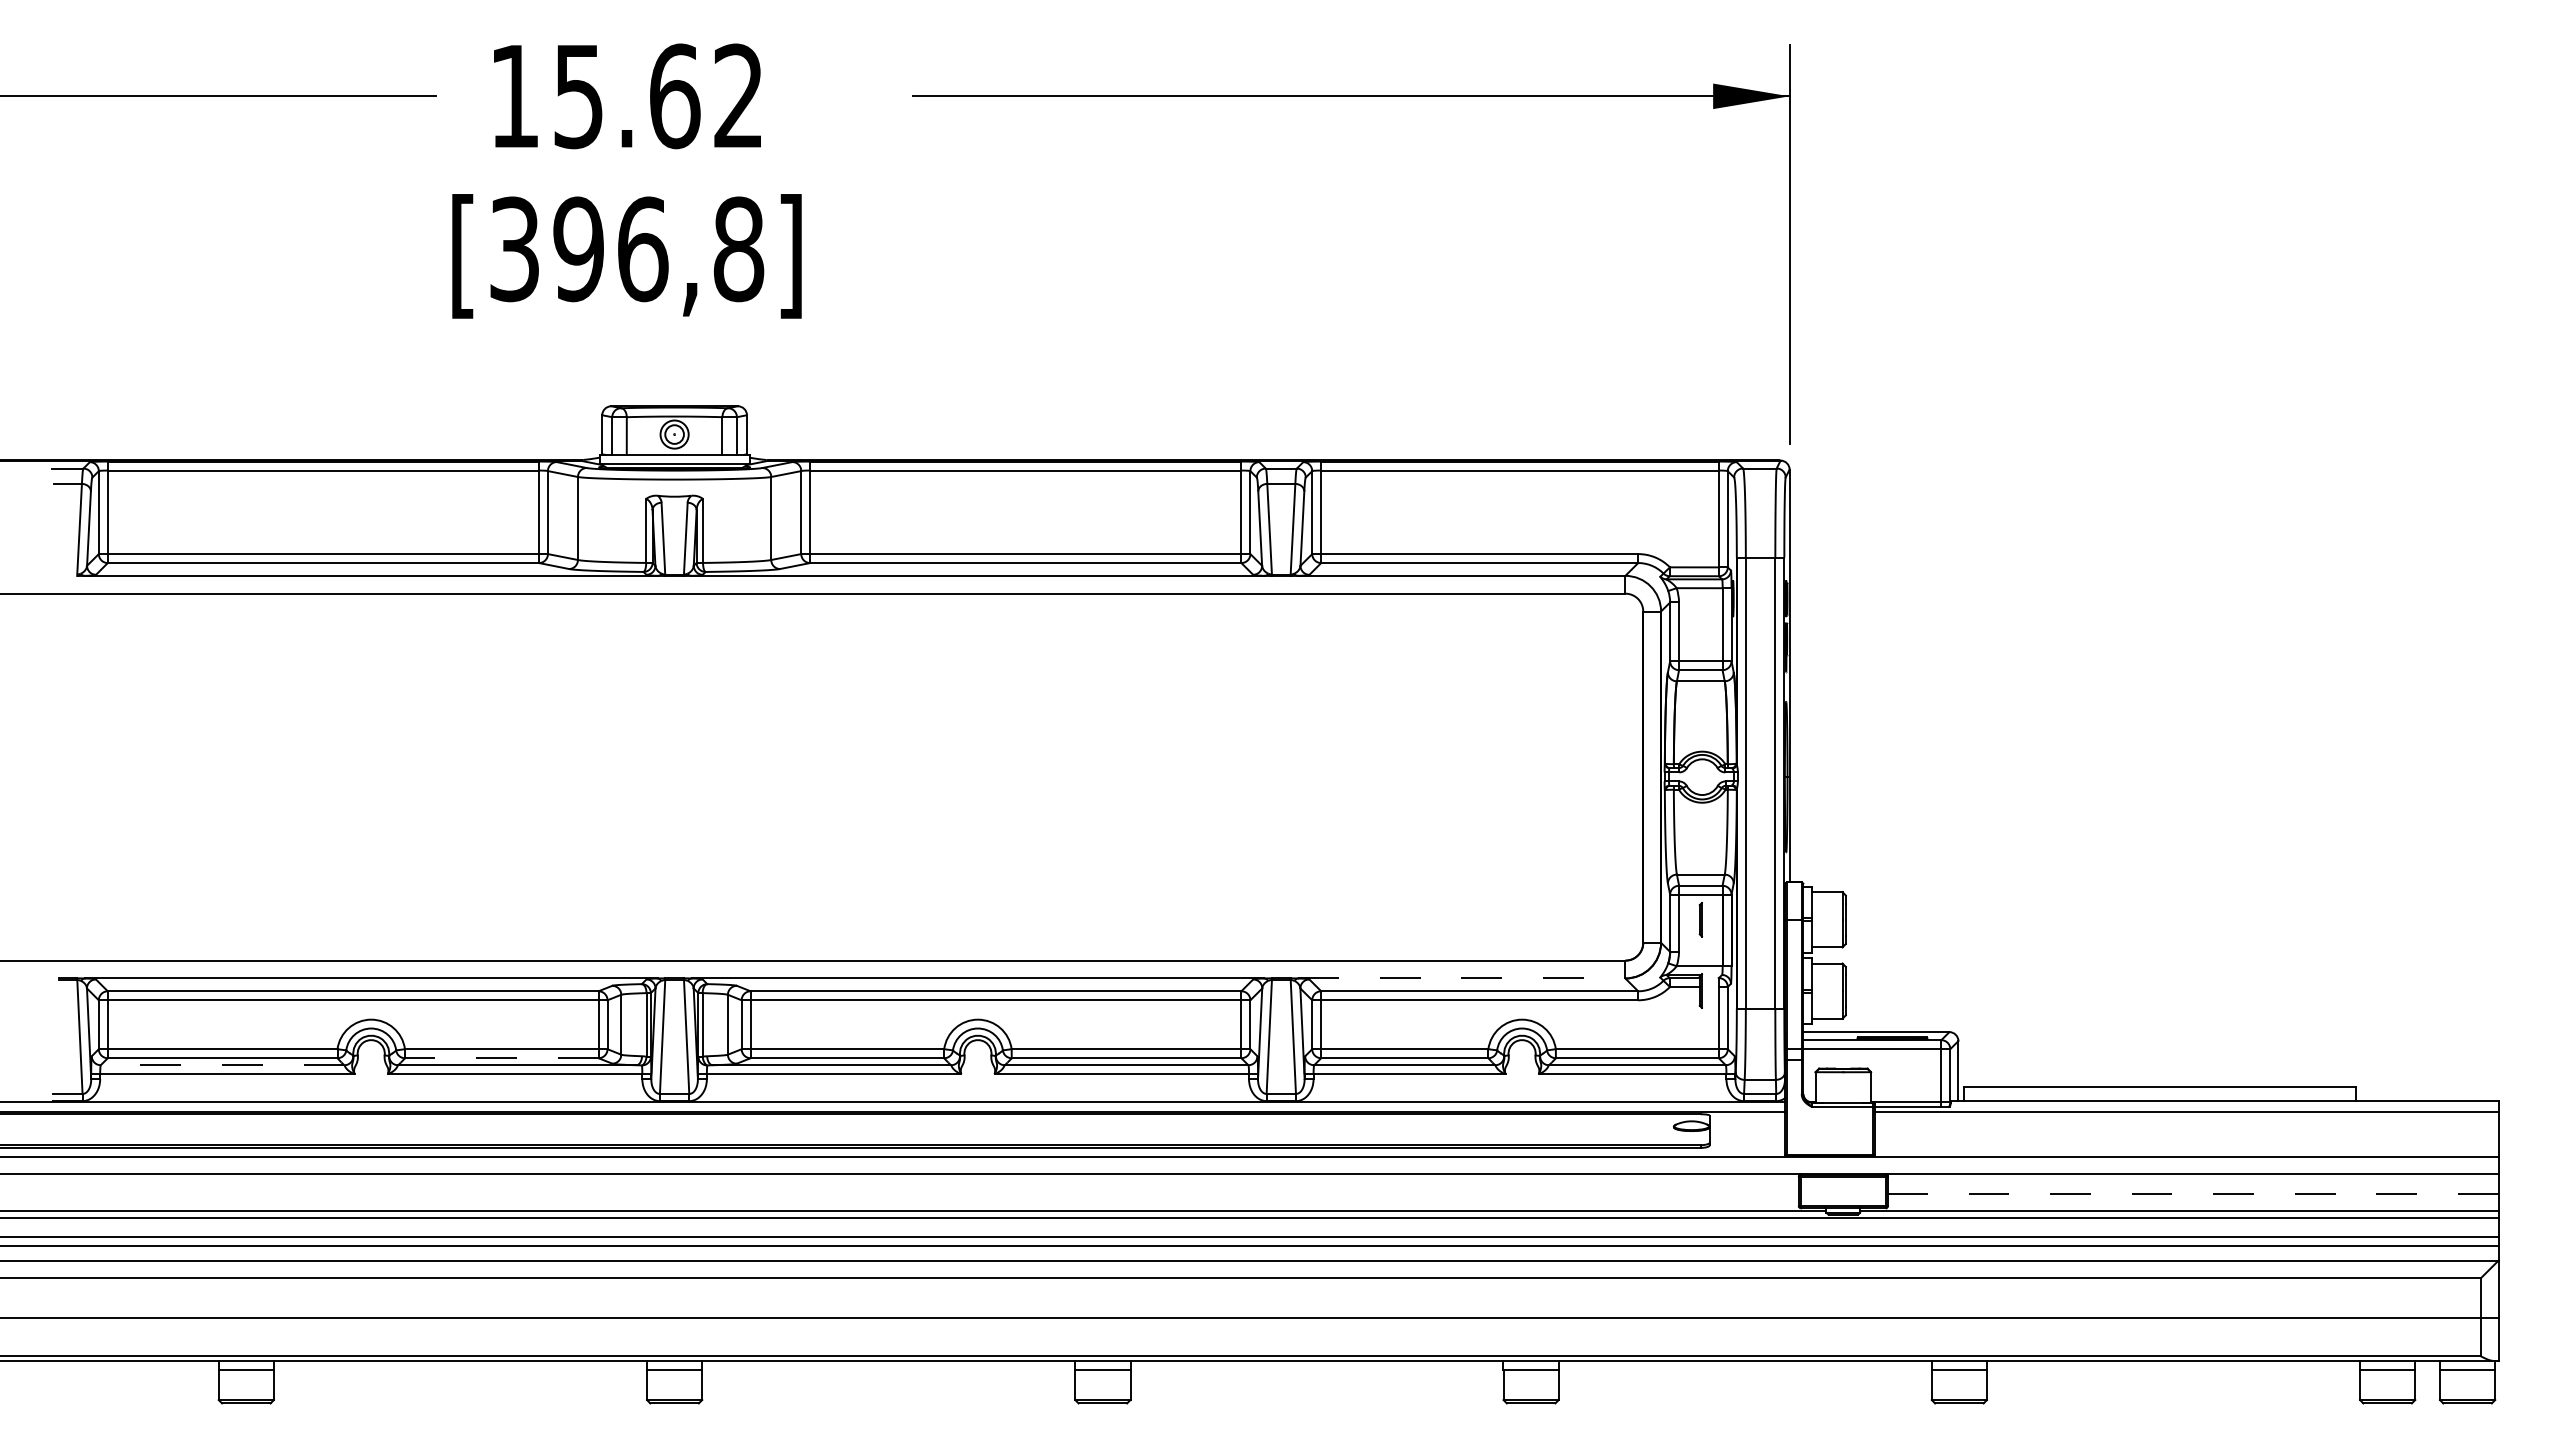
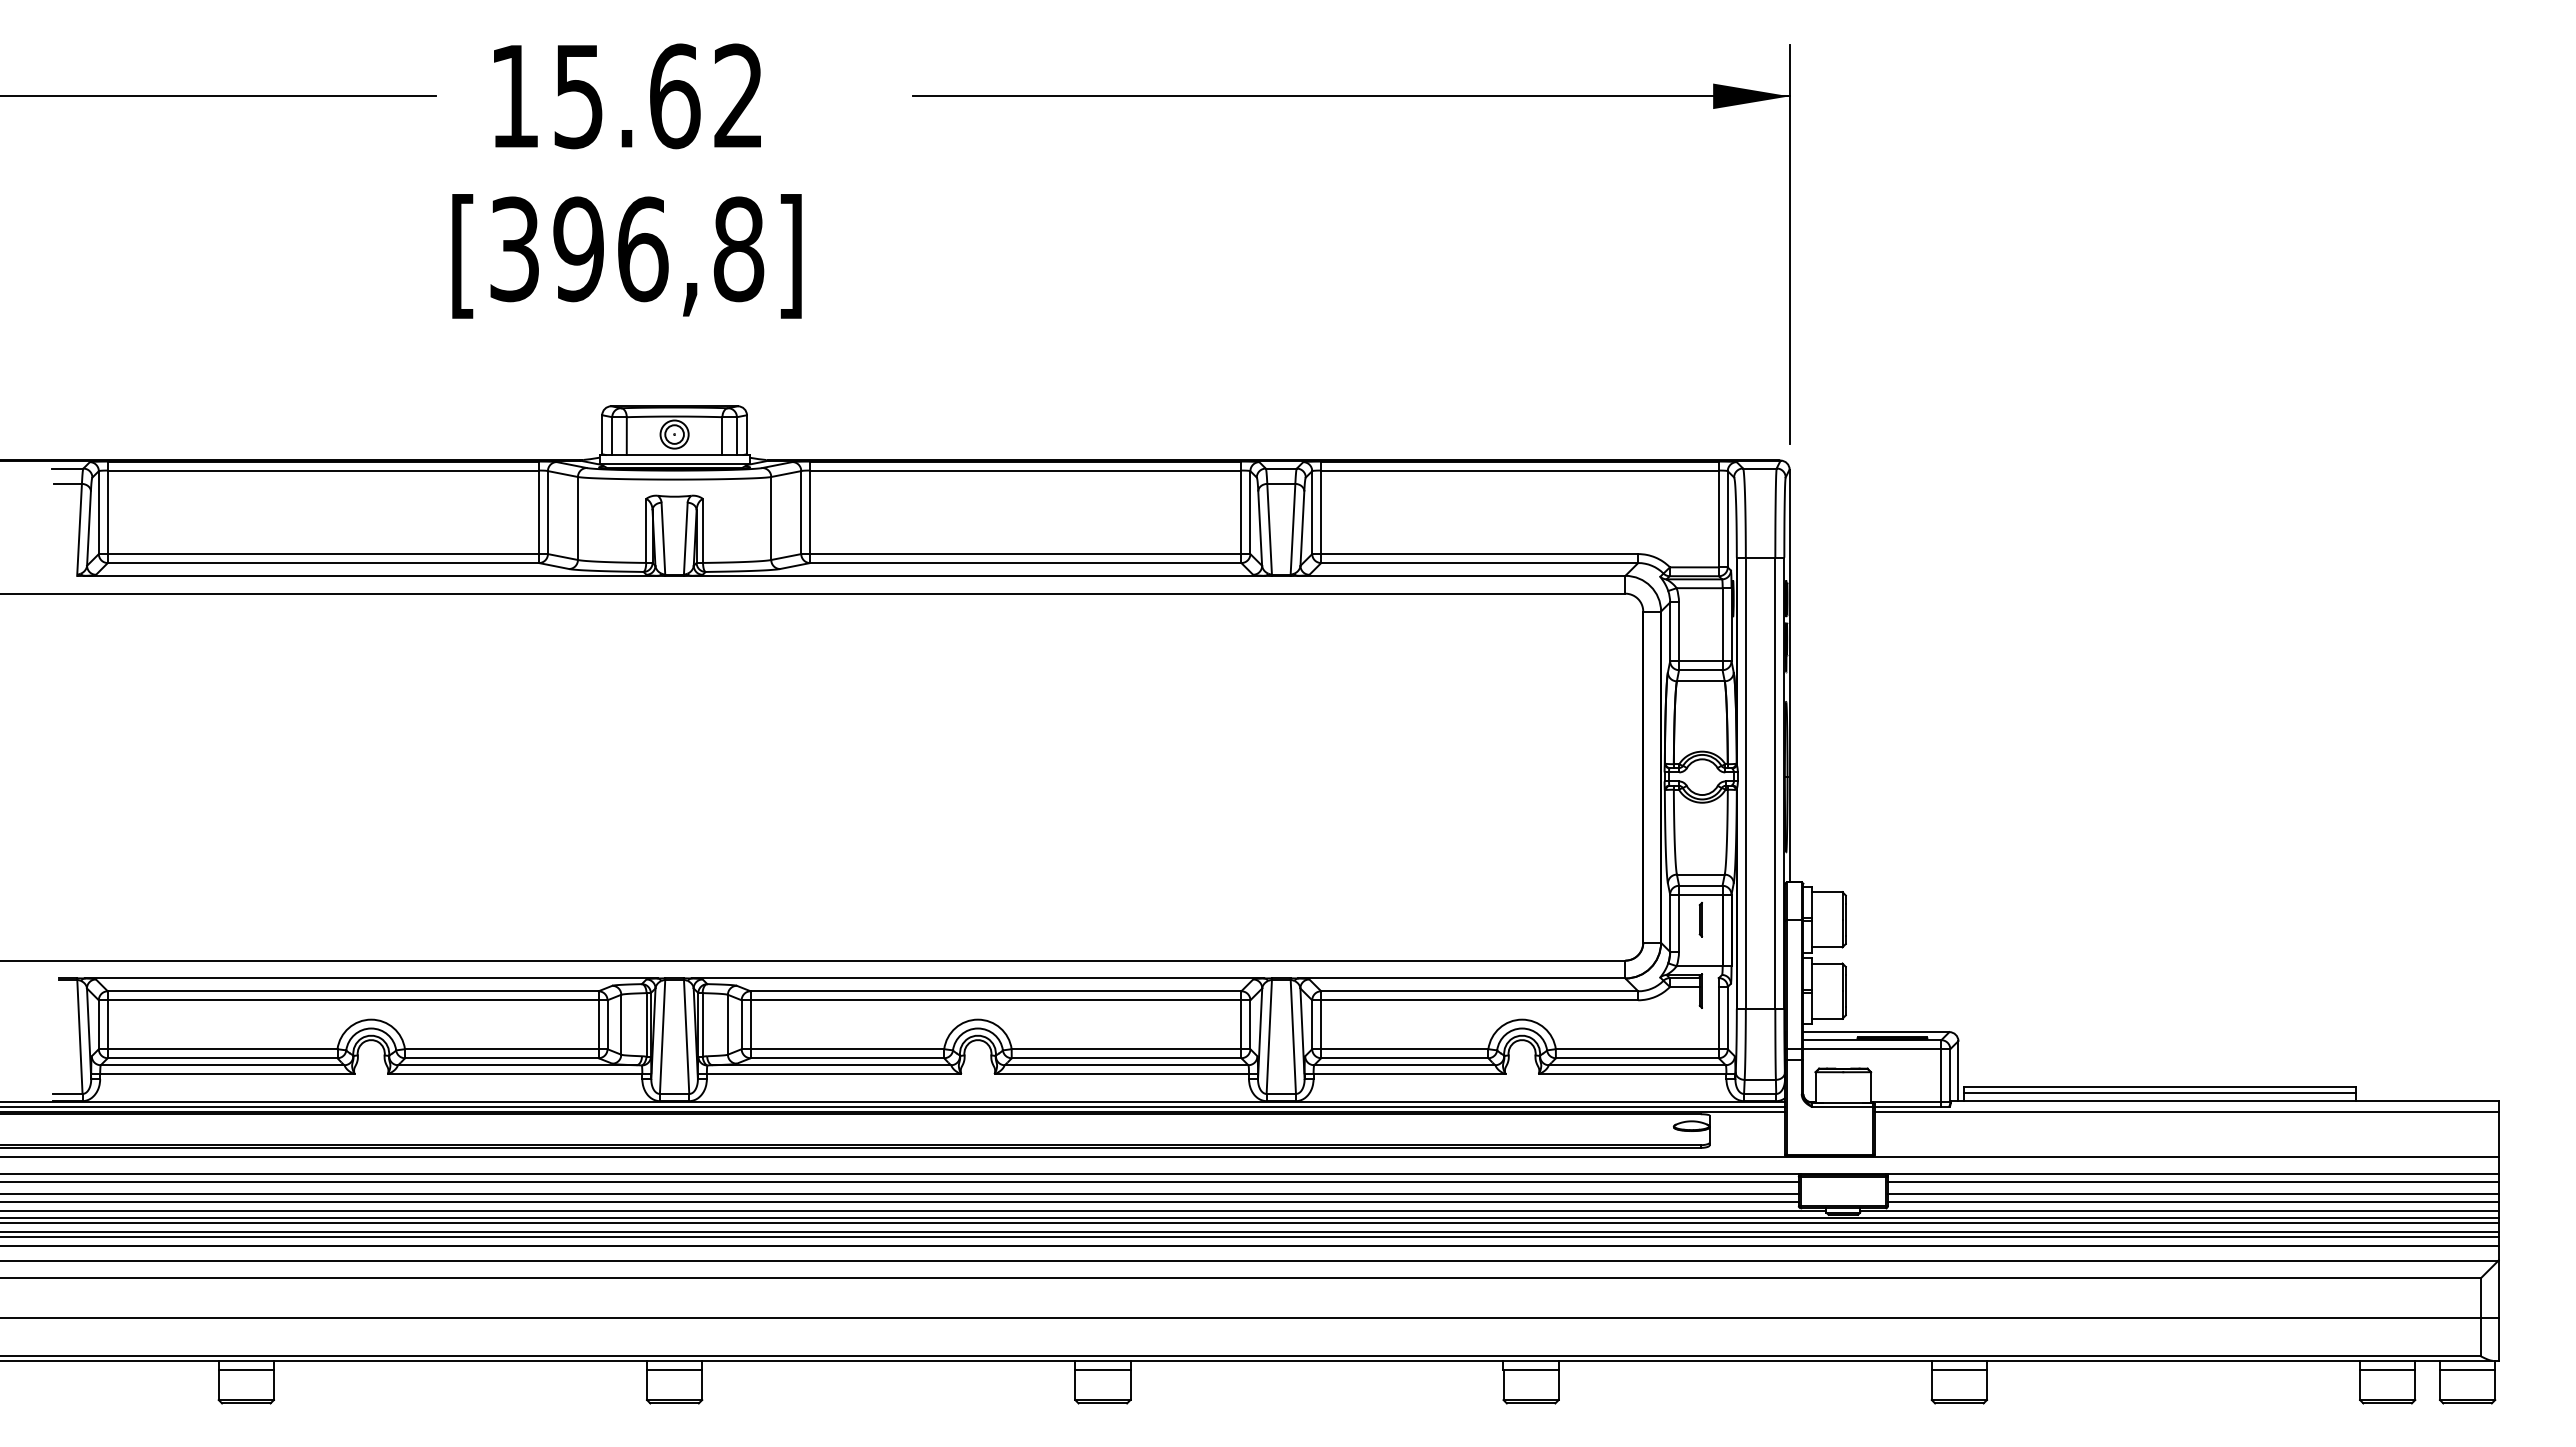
line at (1461, 978): dashed -> solid
line at (501, 1058): dashed -> solid
line at (222, 1065): dashed -> solid
line at (2159, 1093): none -> present
line at (893, 1106): none -> present
line at (900, 1182): none -> present
line at (2192, 1182): none -> present
line at (900, 1193): none -> present
line at (2192, 1193): dashed -> solid
line at (900, 1201): none -> present
line at (2192, 1201): none -> present
line at (1250, 1222): none -> present
line at (1250, 1231): none -> present
